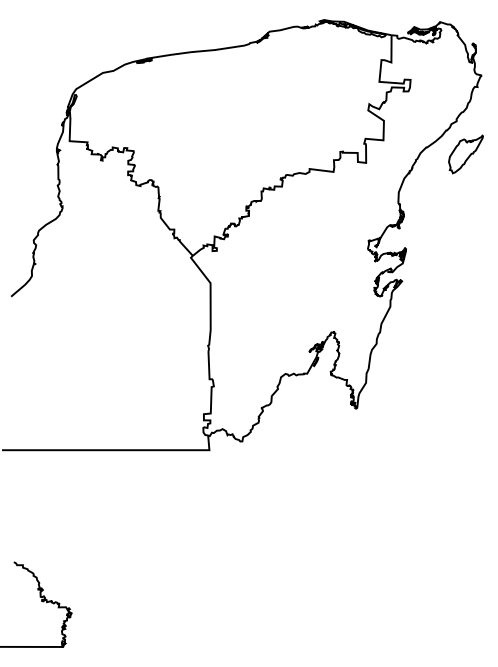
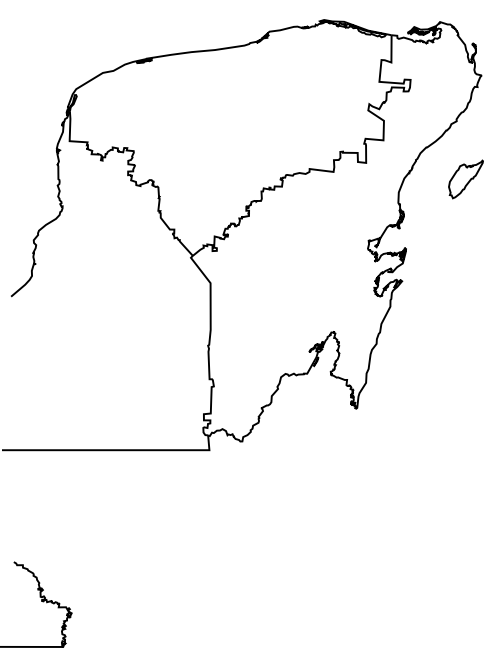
part at (465, 154) position: (465, 154) -> (465, 179)
